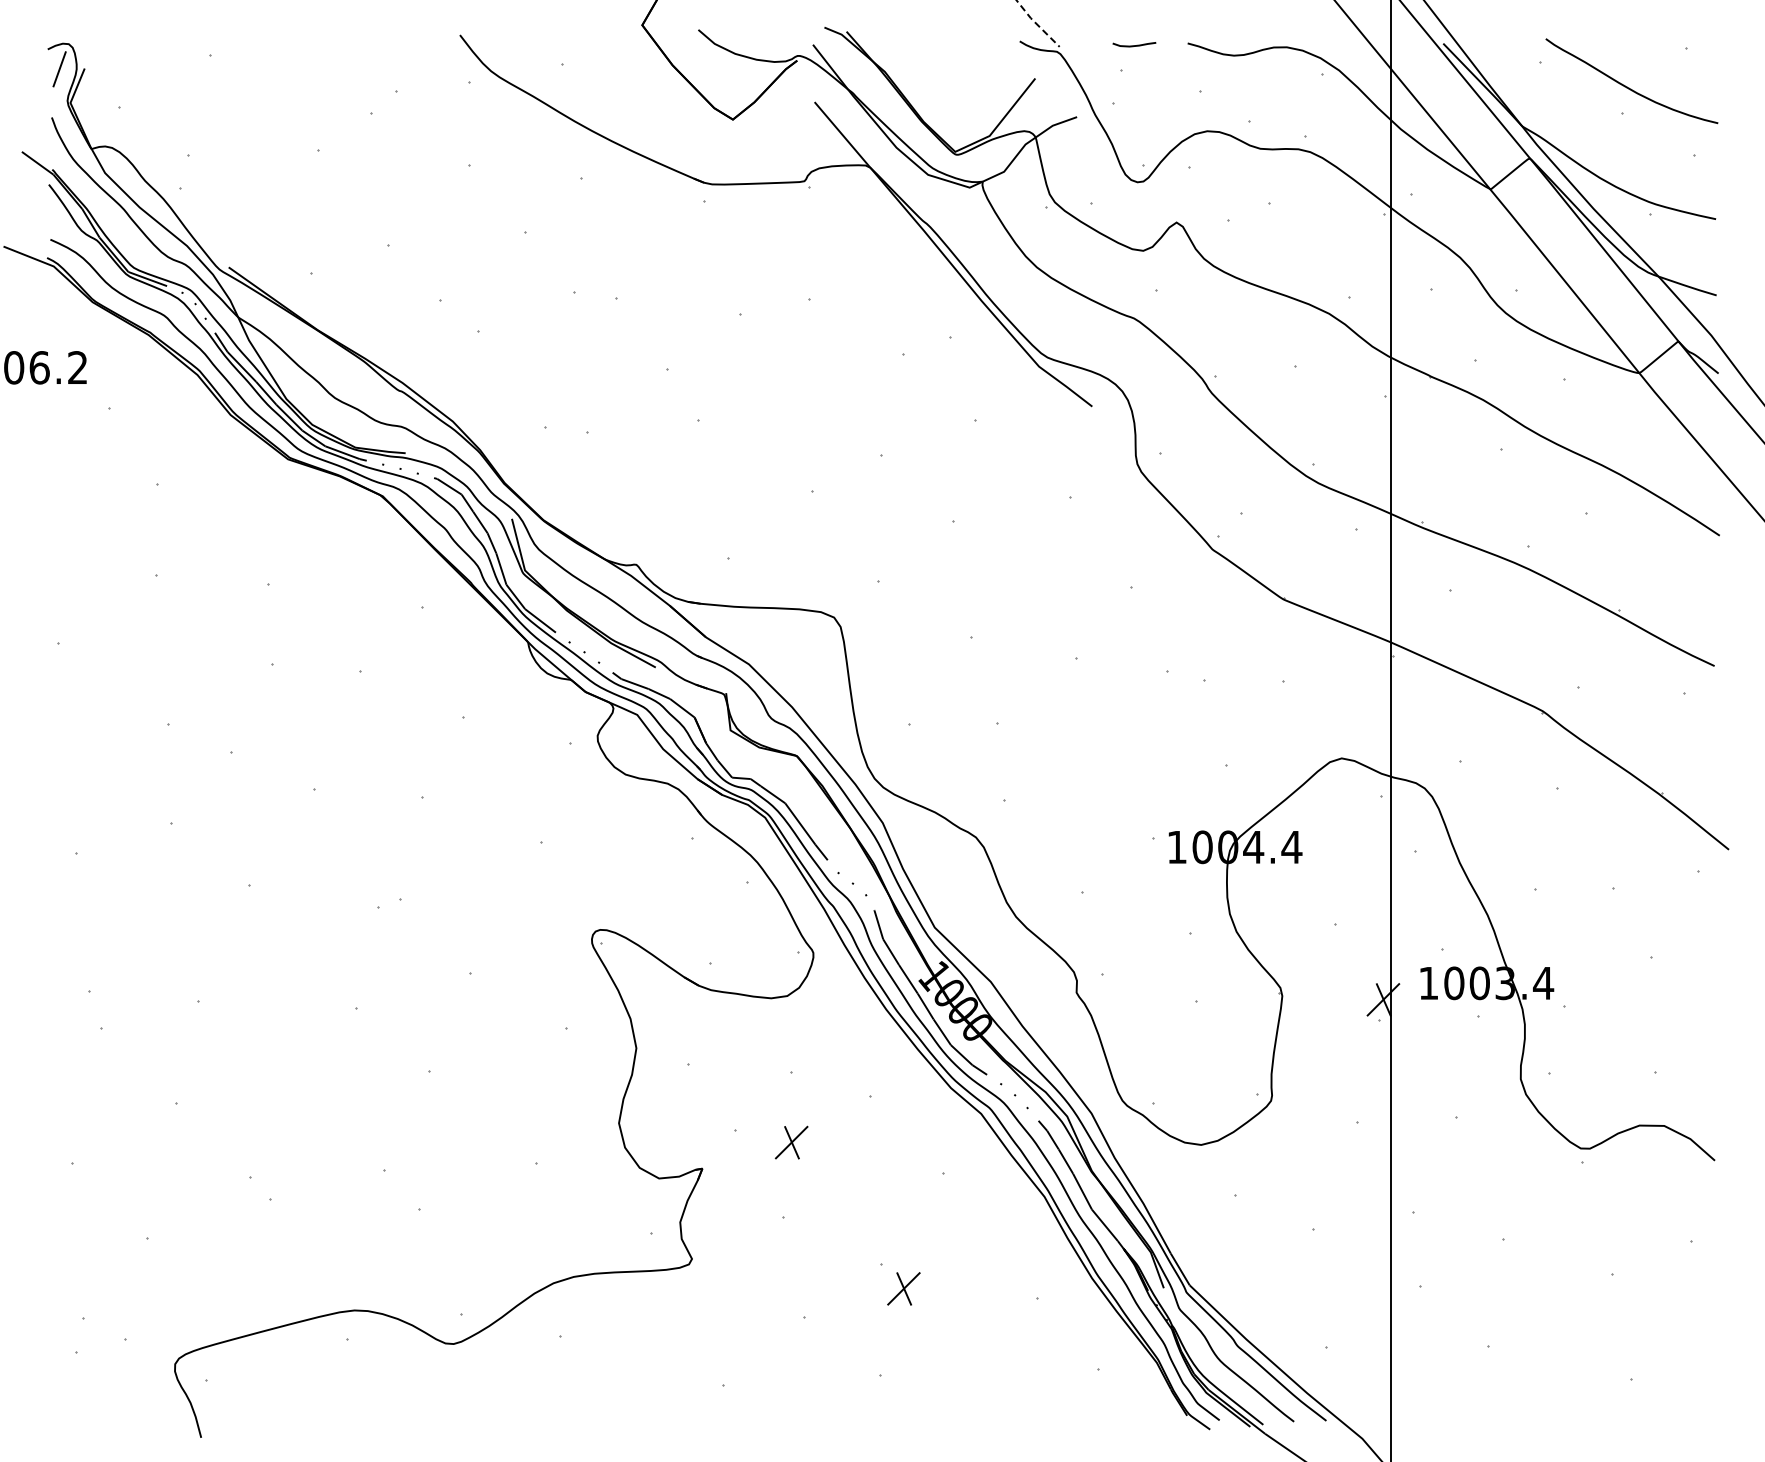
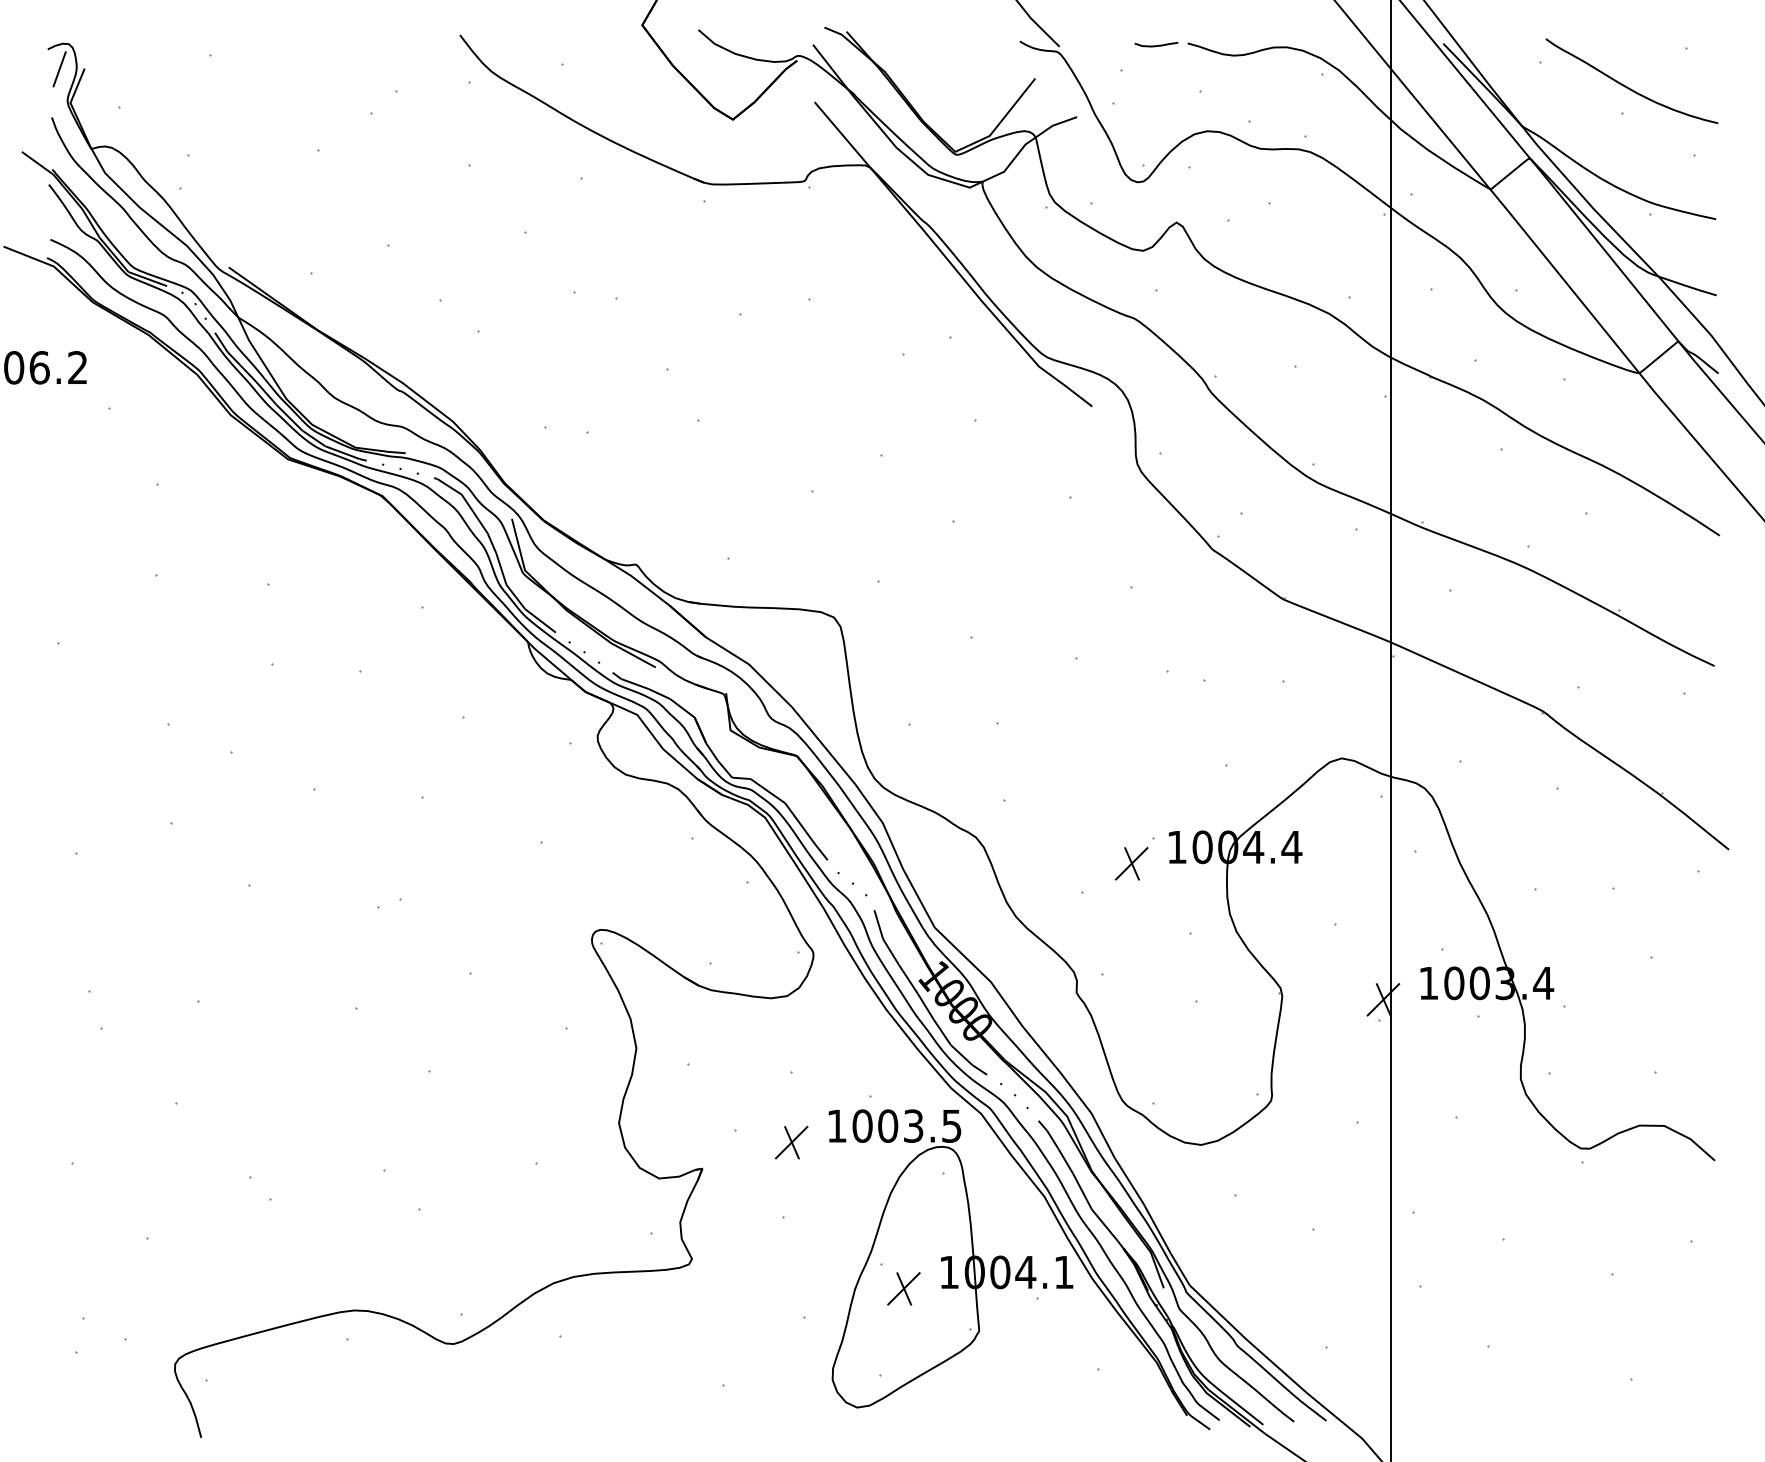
line at (1037, 24): dashed -> solid
curve at (1134, 45) position: (1134, 45) -> (1156, 45)
part at (1131, 863): none -> present
part at (950, 1258): none -> present
